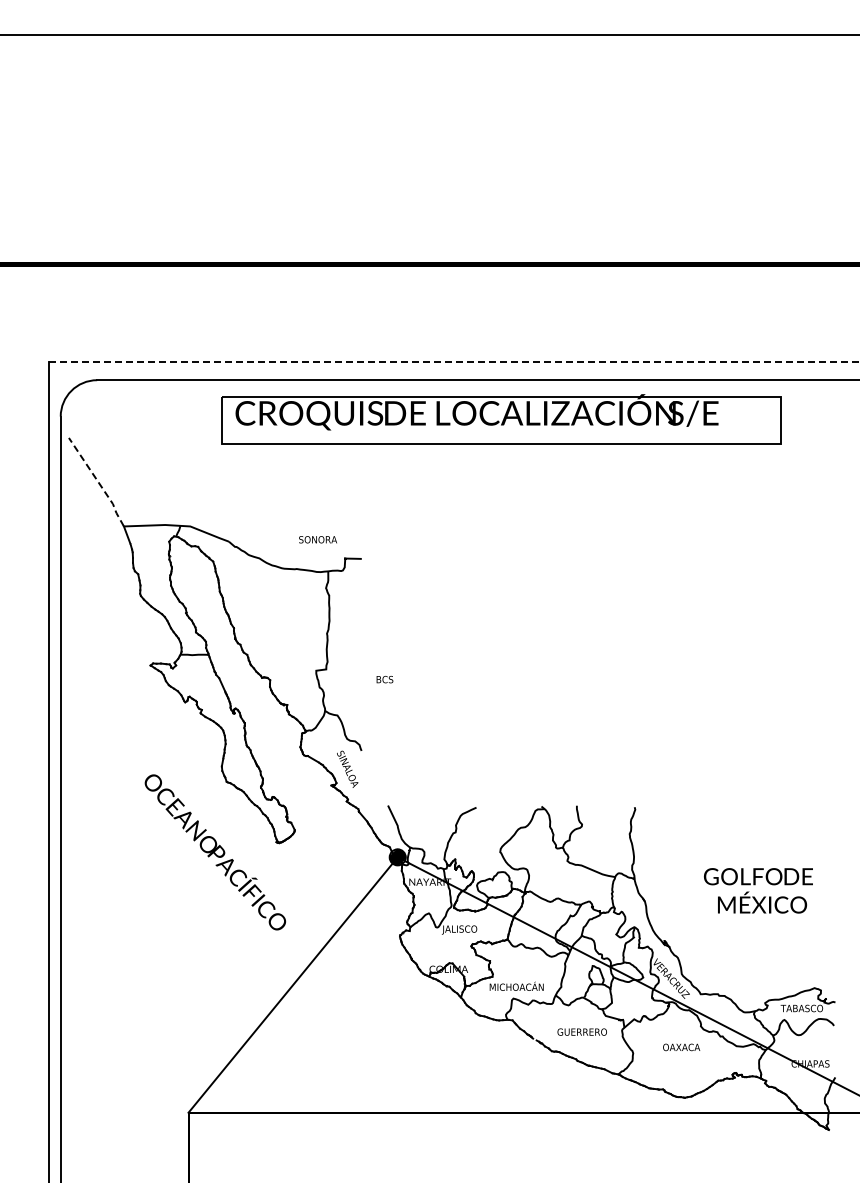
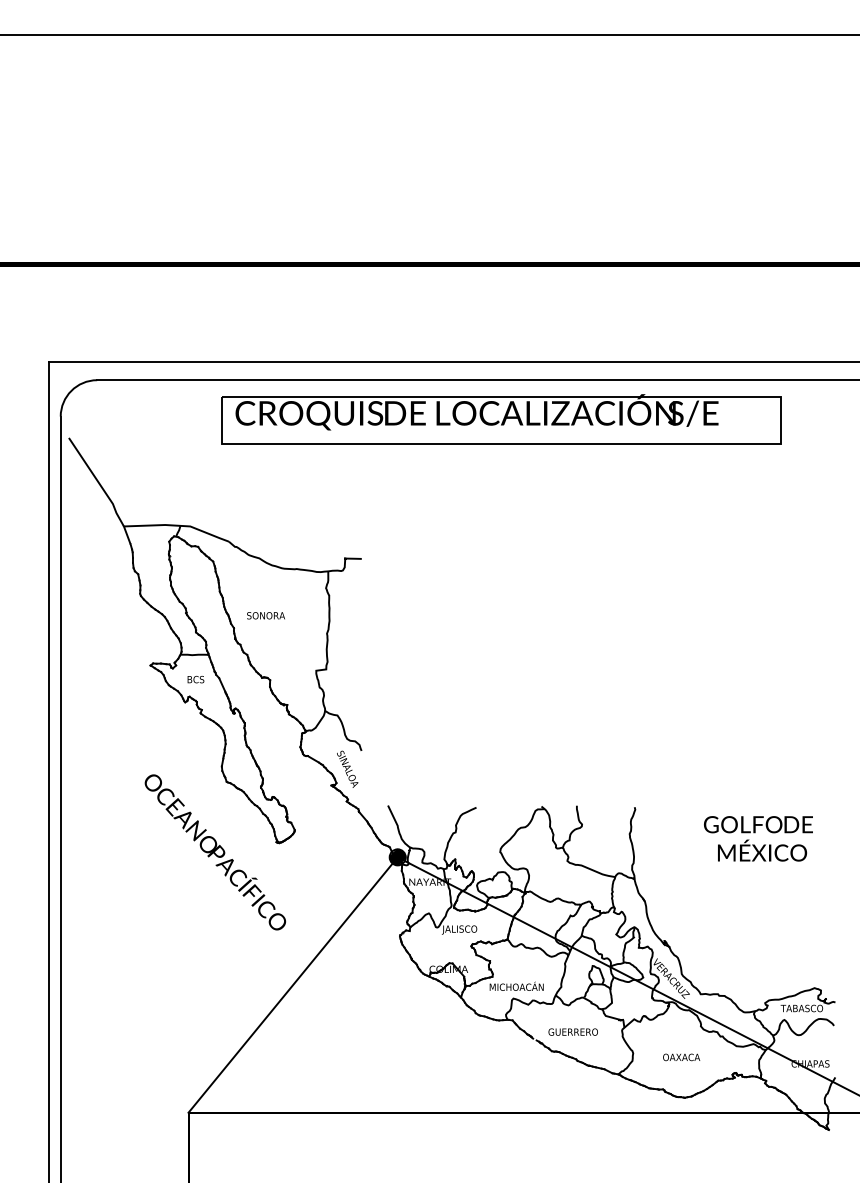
line at (454, 362): dashed -> solid
line at (98, 482): dashed -> solid
text at (317, 539) position: (317, 539) -> (265, 615)
text at (384, 679) position: (384, 679) -> (195, 679)
text at (758, 890) position: (758, 890) -> (758, 838)
text at (581, 1031) position: (581, 1031) -> (572, 1031)
text at (681, 1047) position: (681, 1047) -> (681, 1057)
